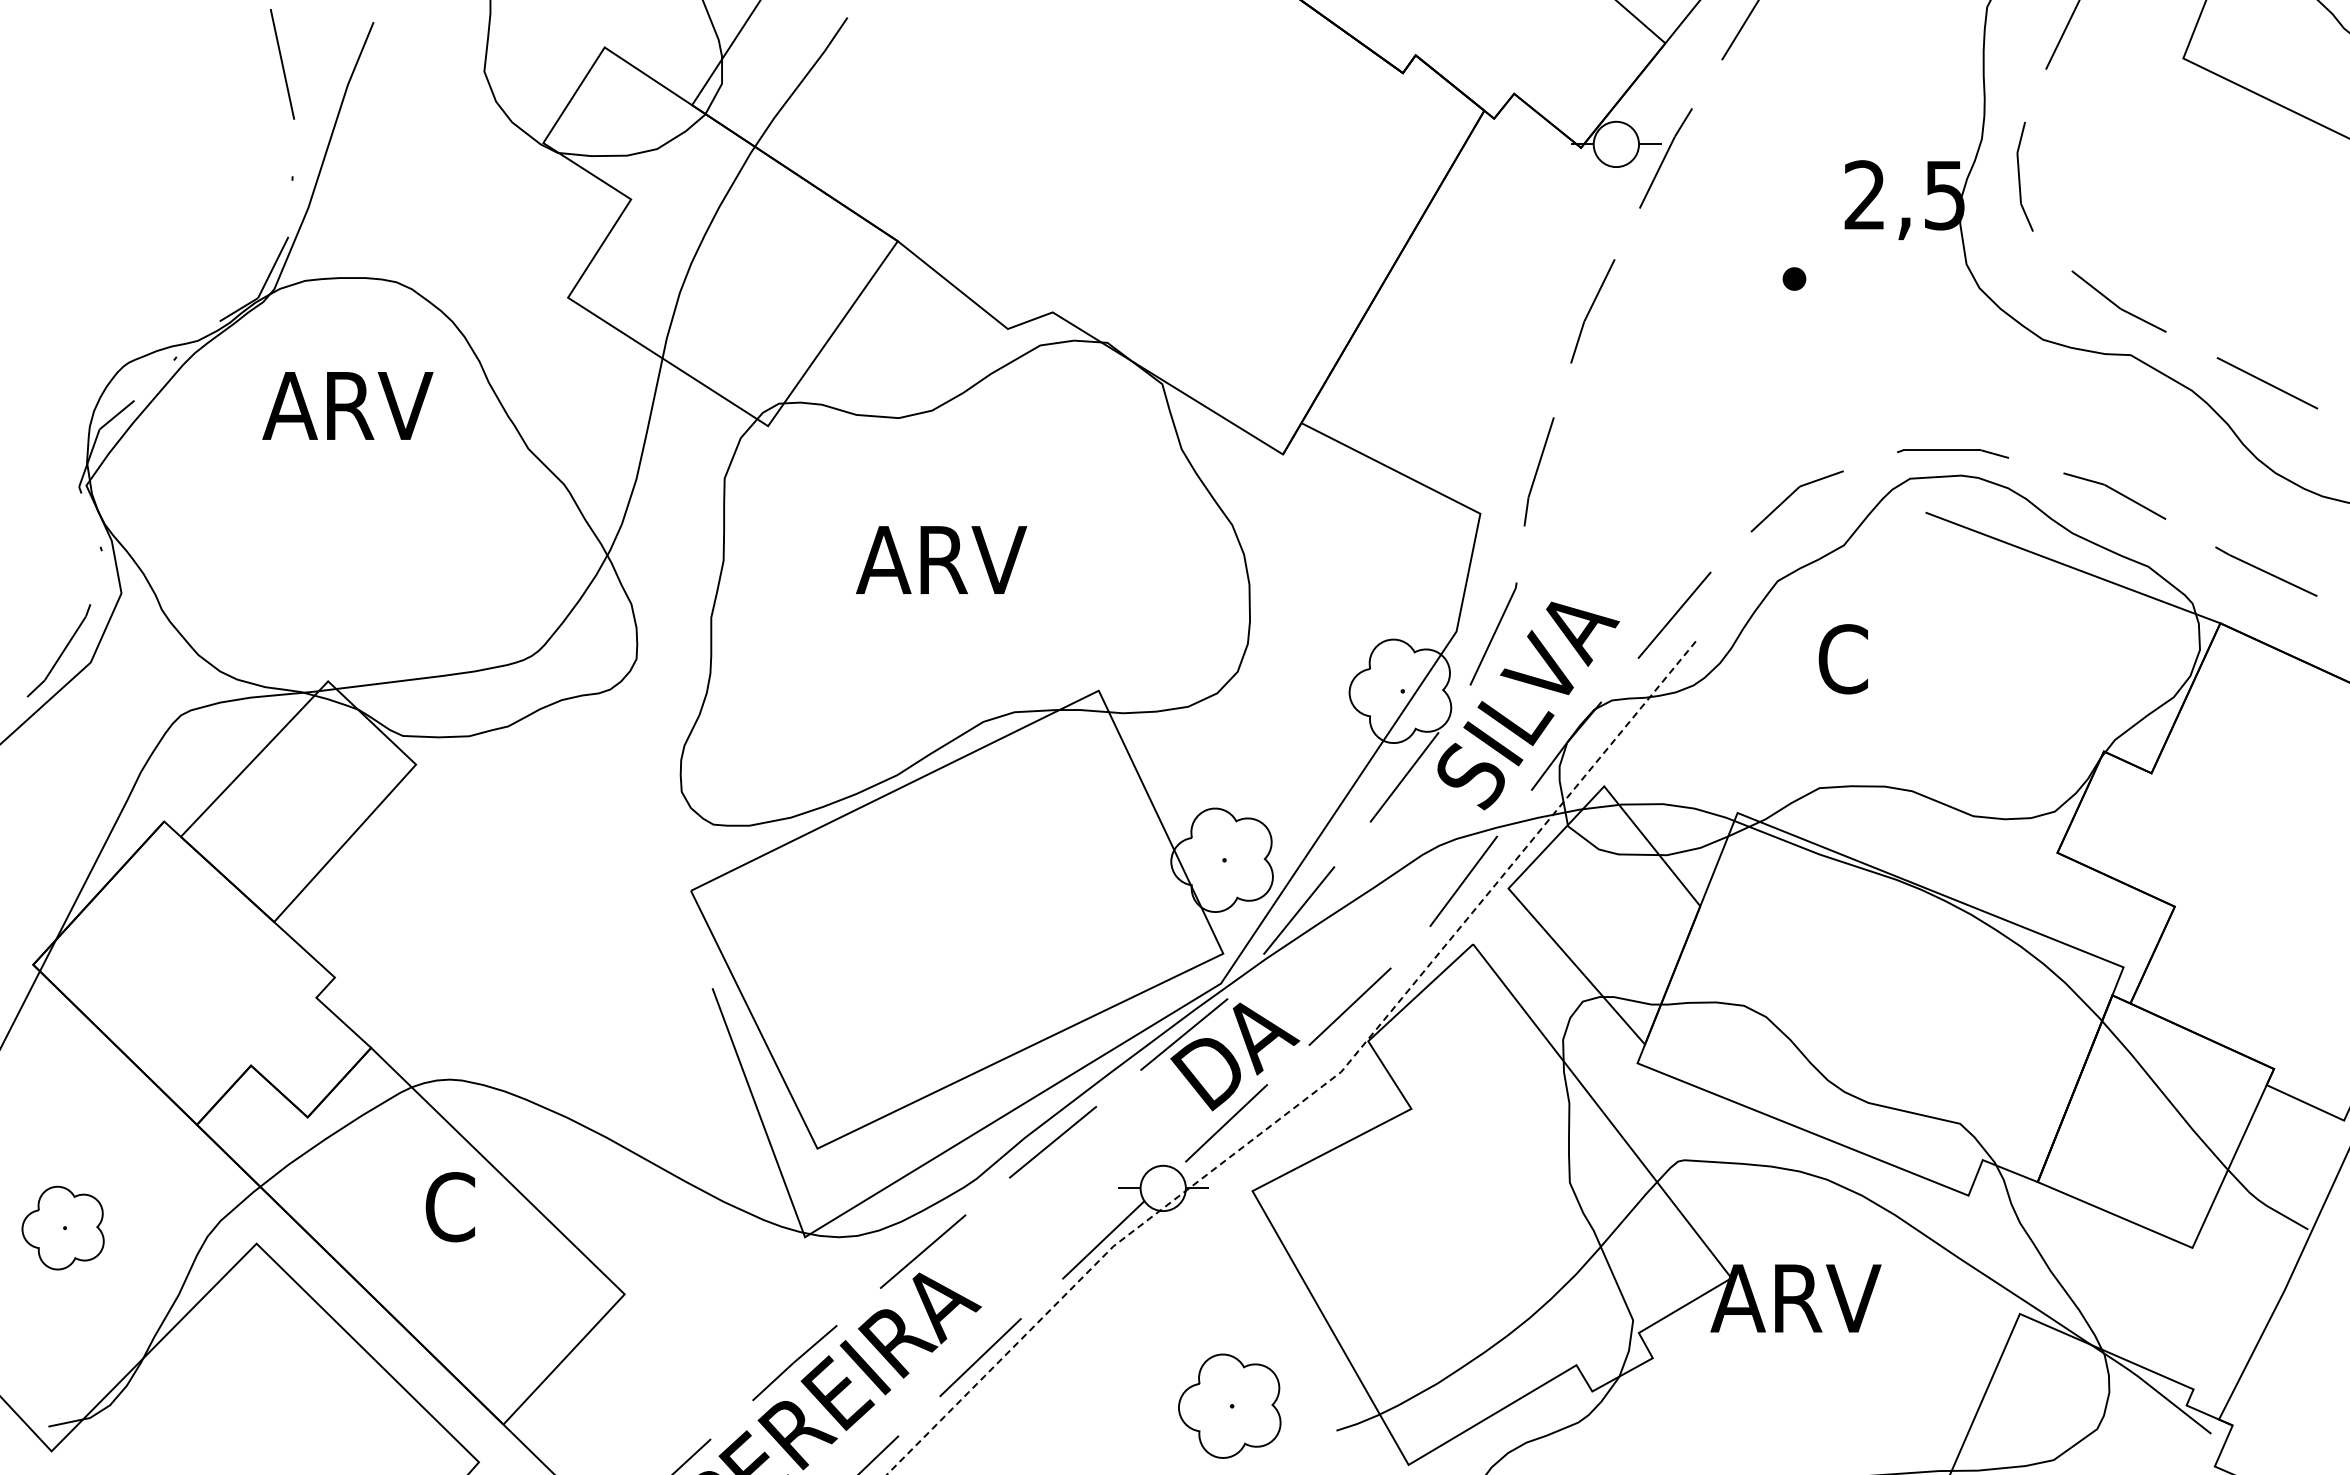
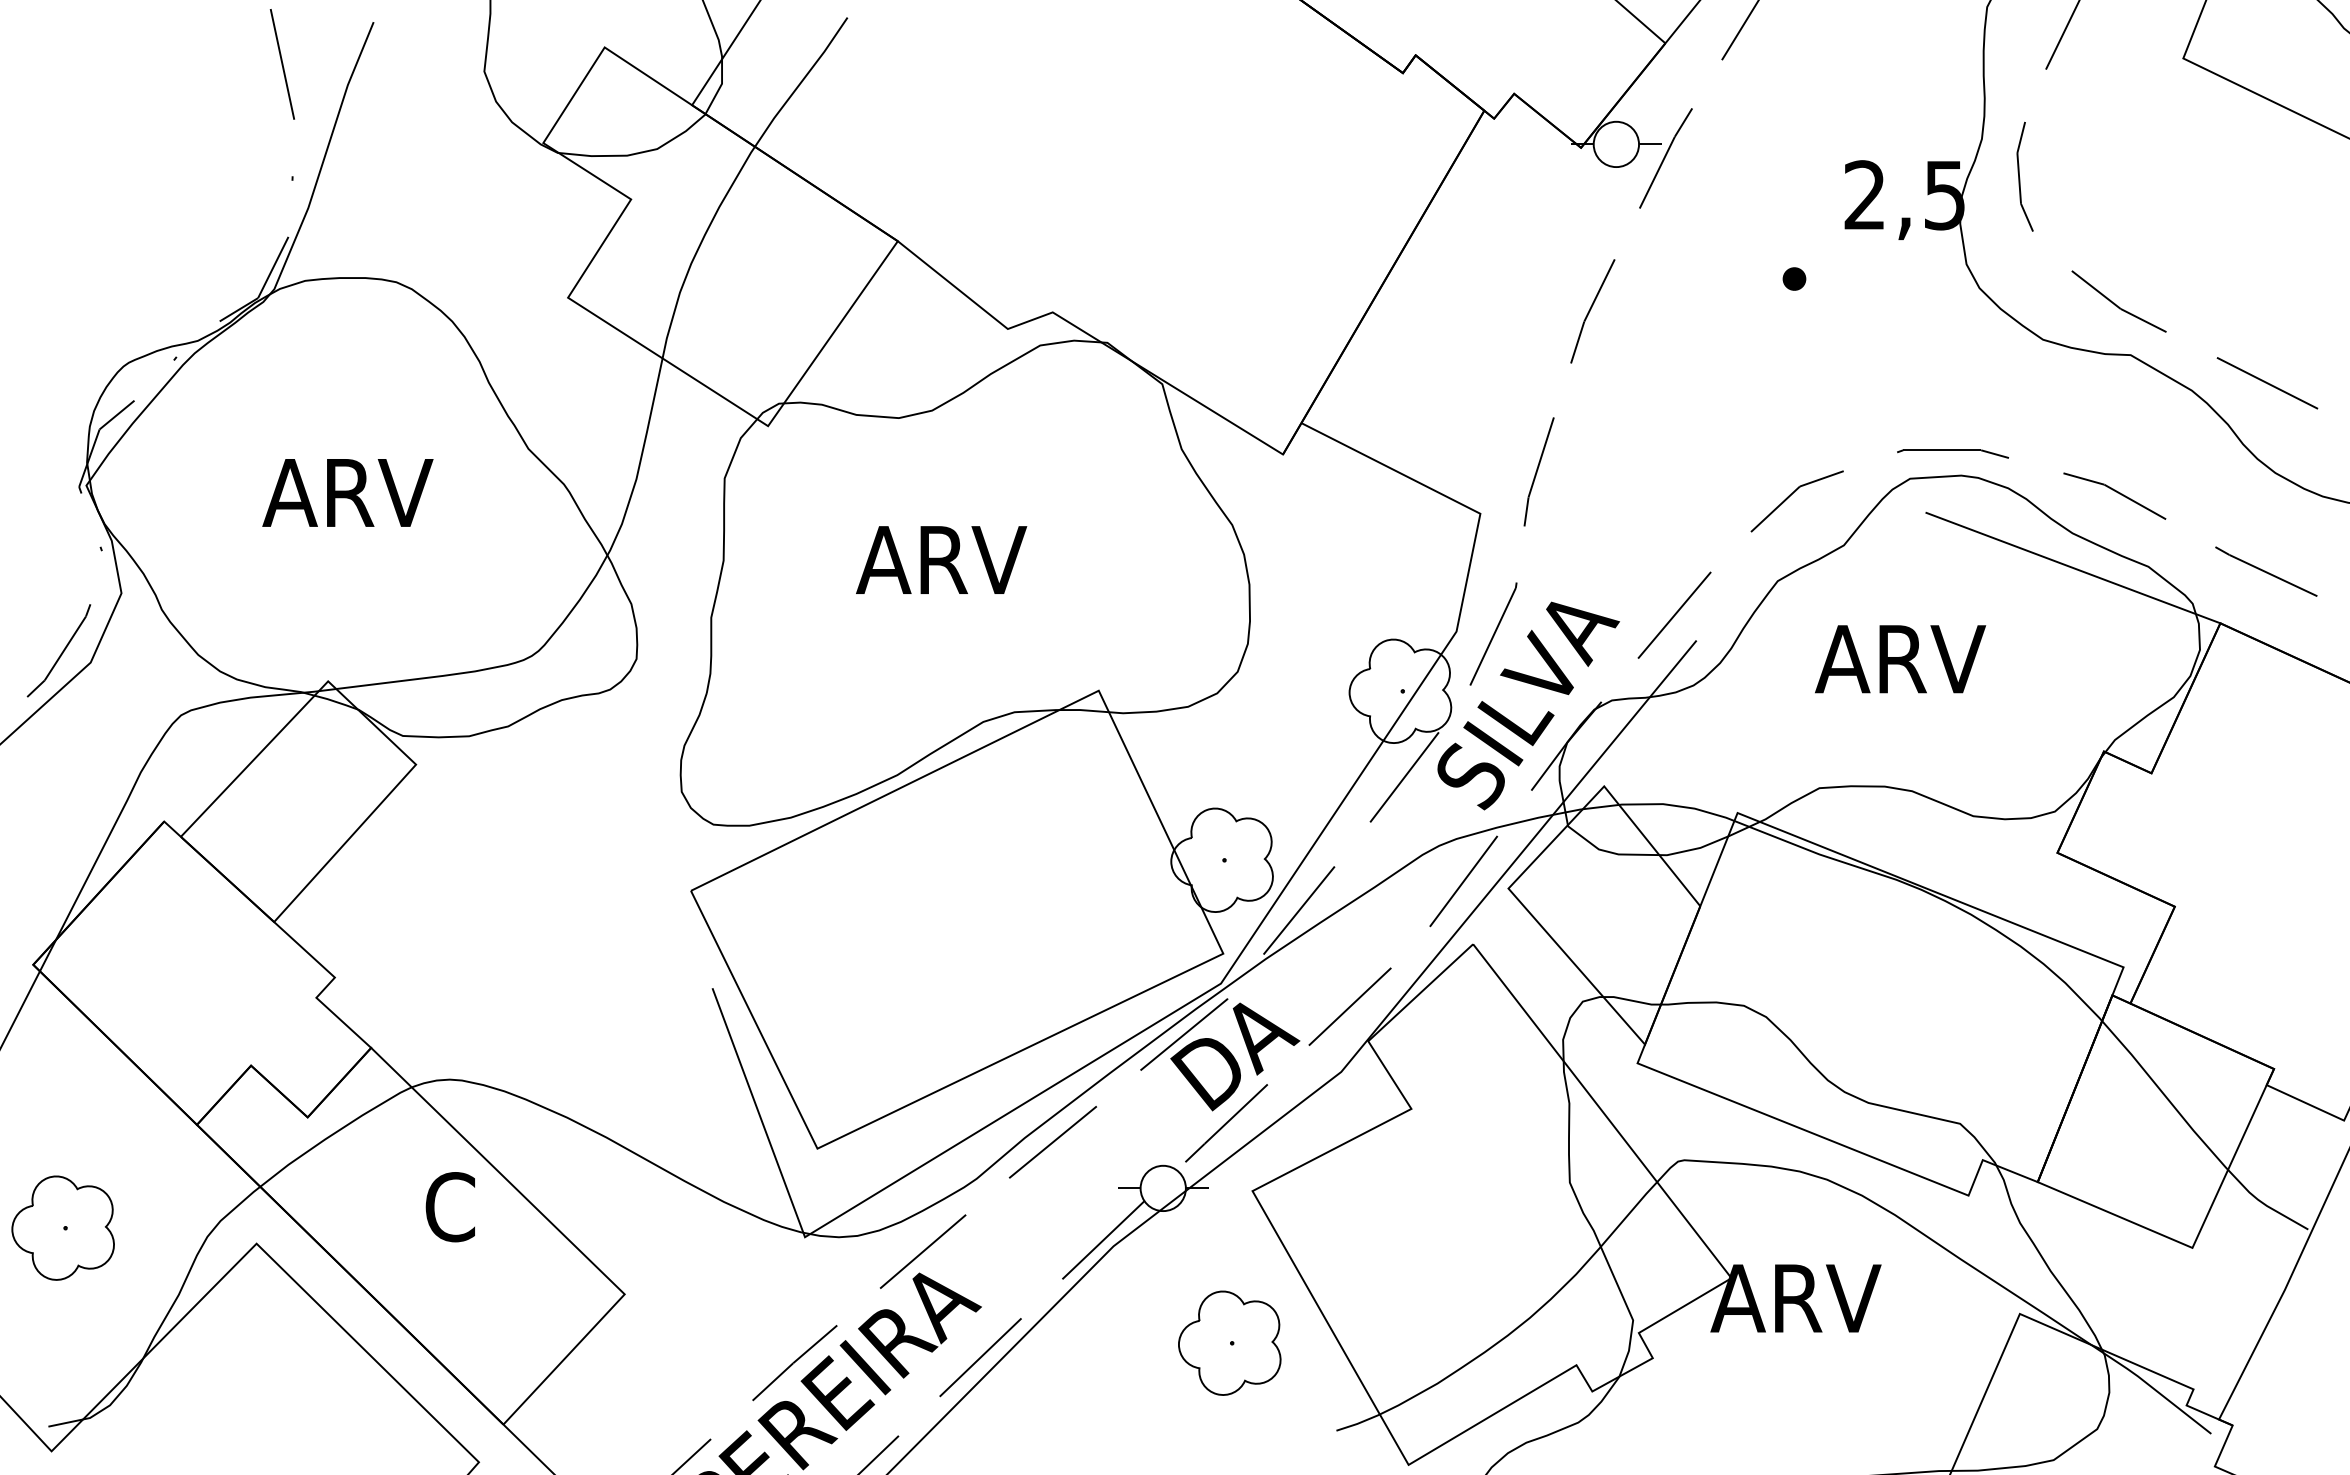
text at (347, 405) position: (347, 405) -> (347, 492)
text at (1900, 659): C -> ARV
line at (1321, 1087): dashed -> solid
part at (62, 1227) size: 84x86 px -> 104x106 px
part at (1229, 1405) position: (1229, 1405) -> (1229, 1342)
